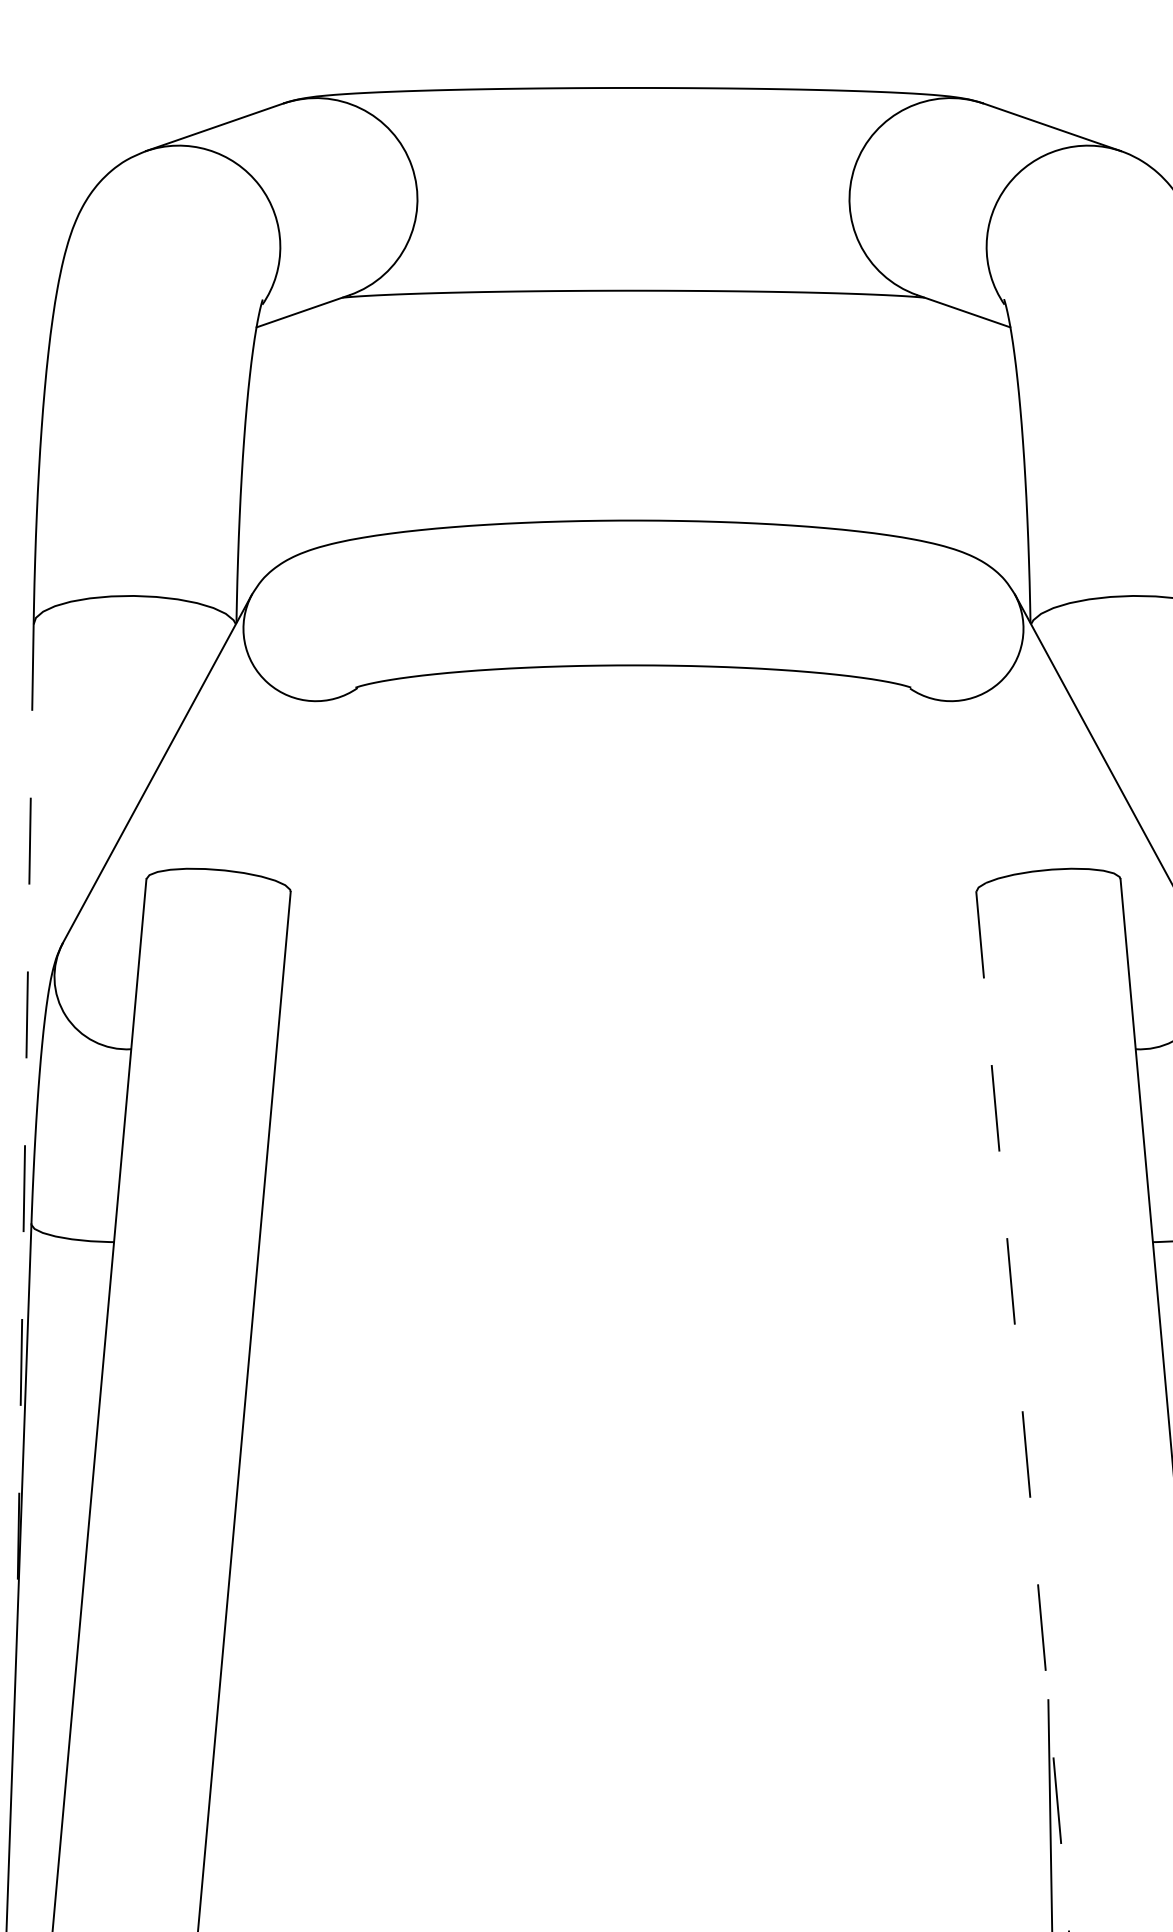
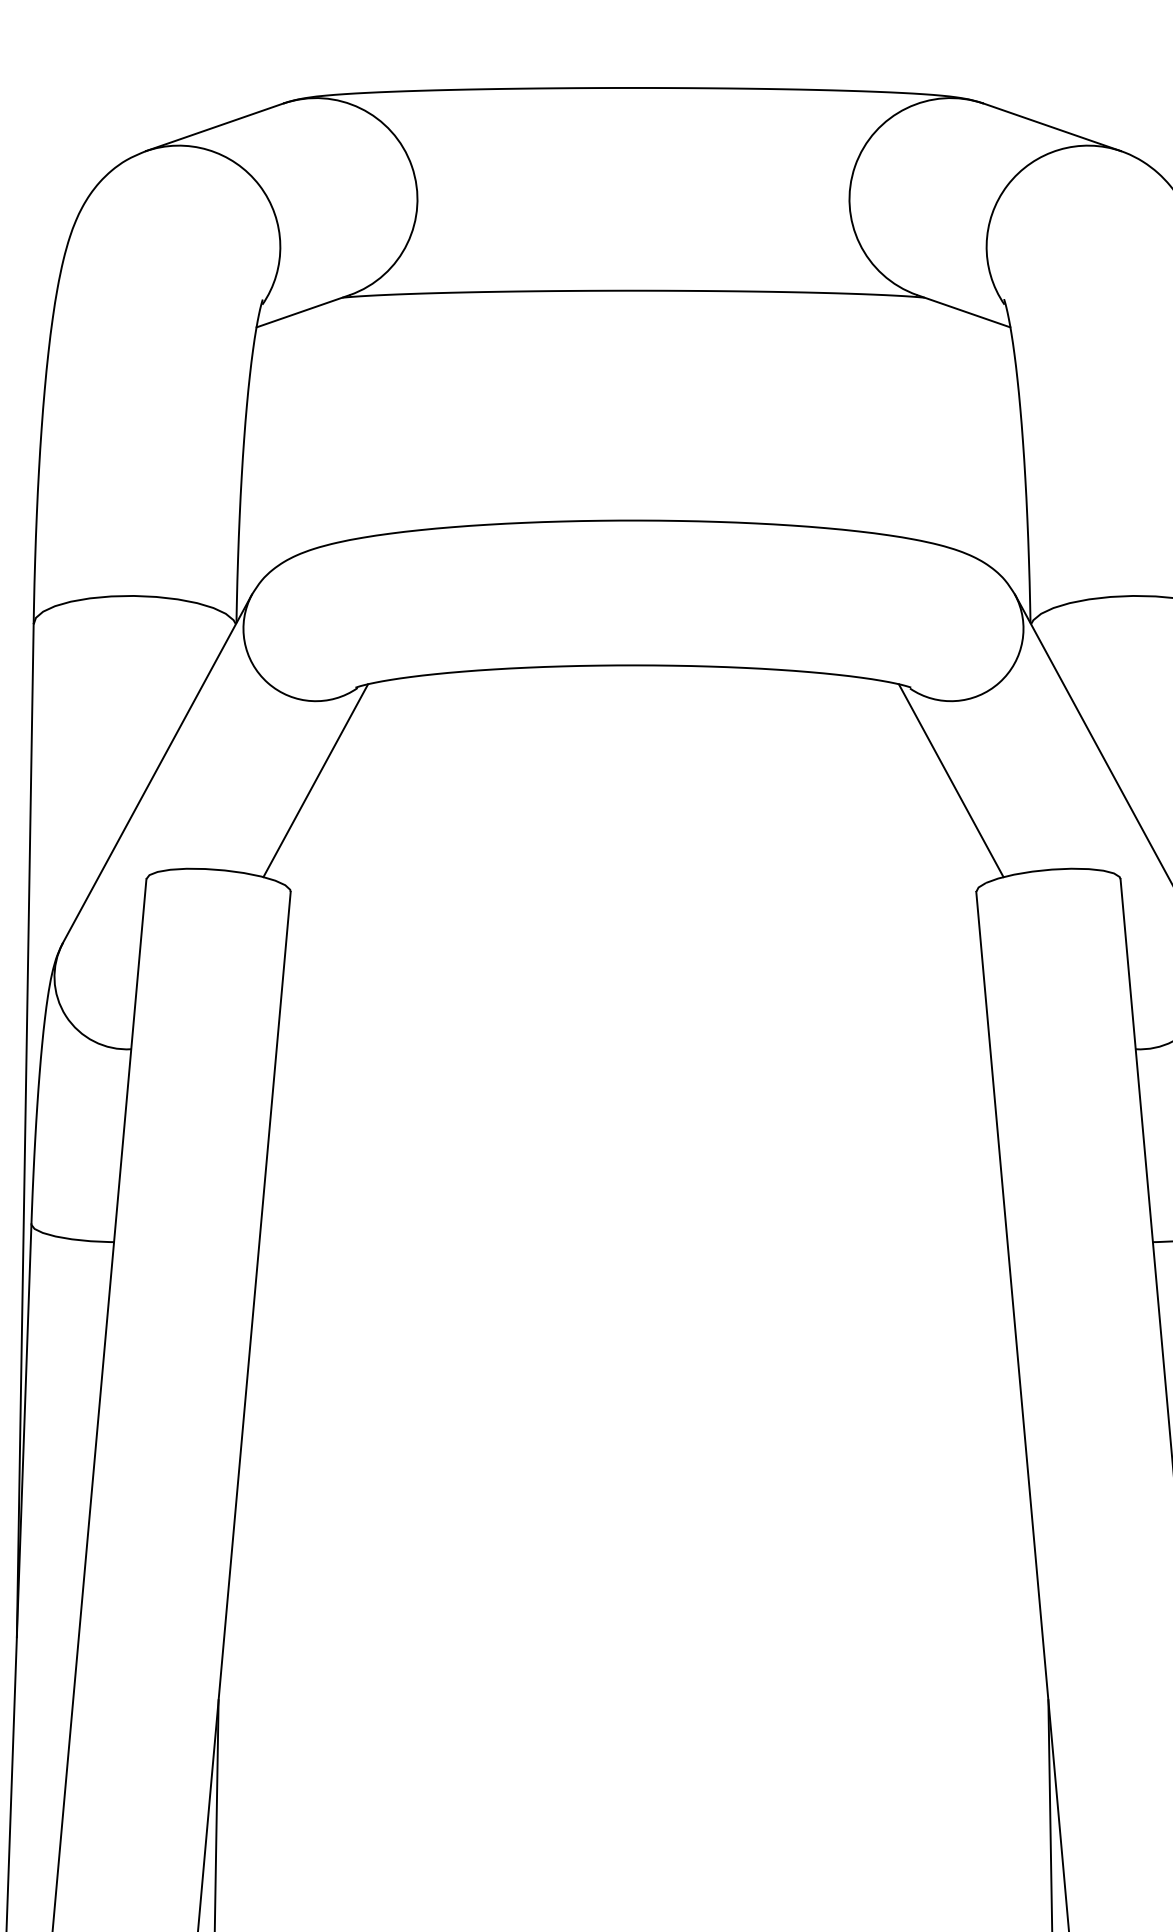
line at (315, 780): none -> present
line at (950, 780): none -> present
line at (25, 1130): dashed -> solid
line at (1022, 1411): dashed -> solid
line at (216, 1814): none -> present
